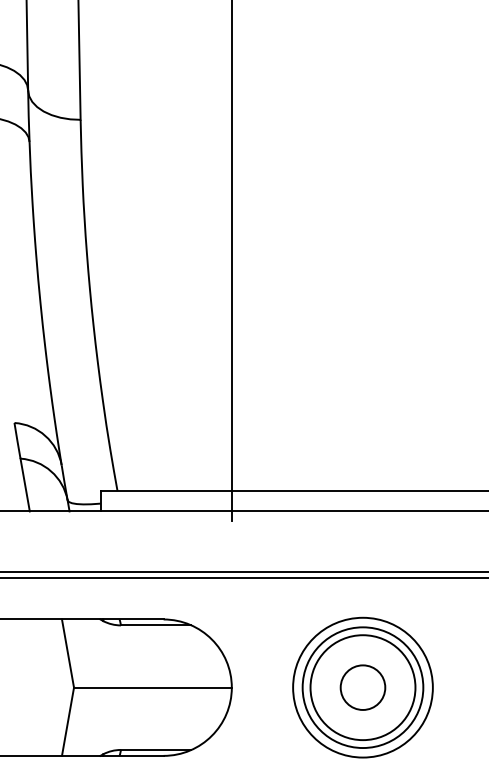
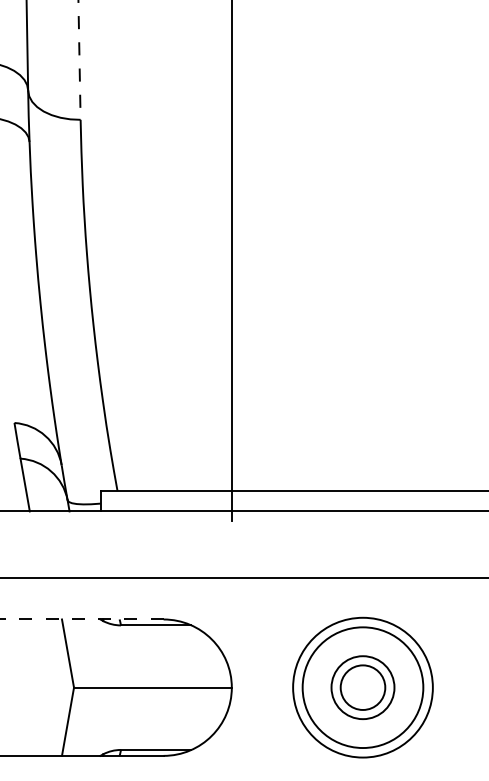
line at (79, 60): solid -> dashed
line at (243, 572): present -> none
line at (81, 619): solid -> dashed
circle at (362, 687) diameter: 105 px -> 63 px
